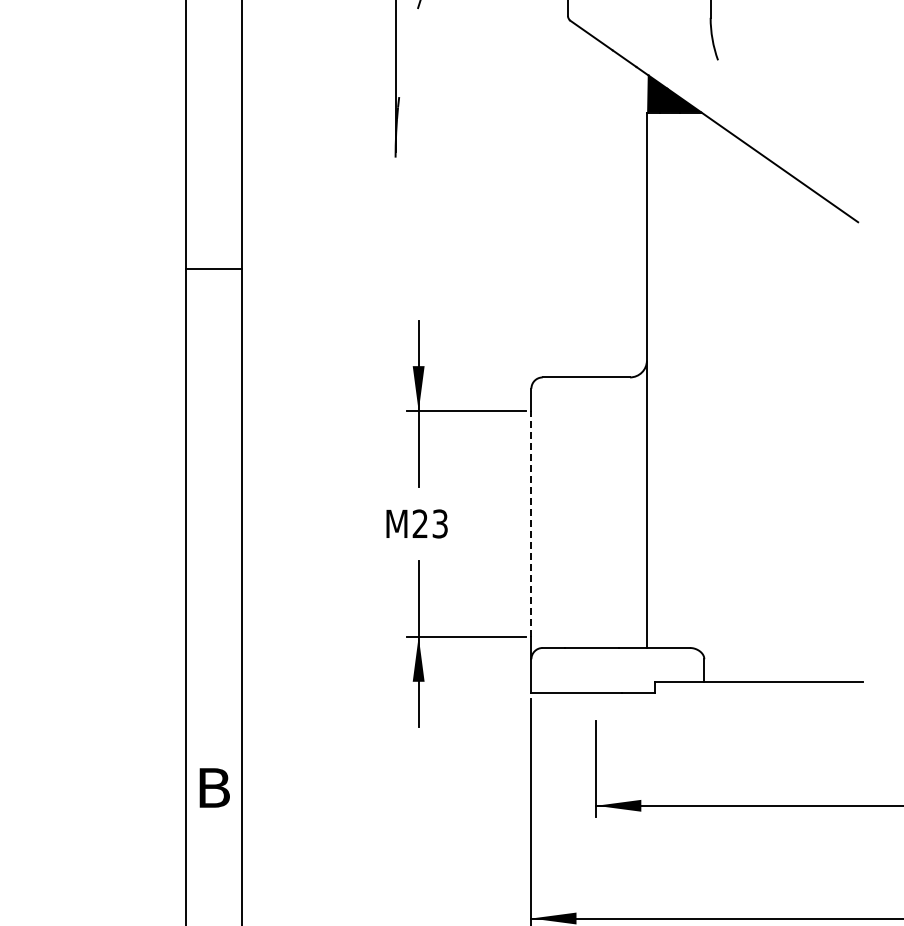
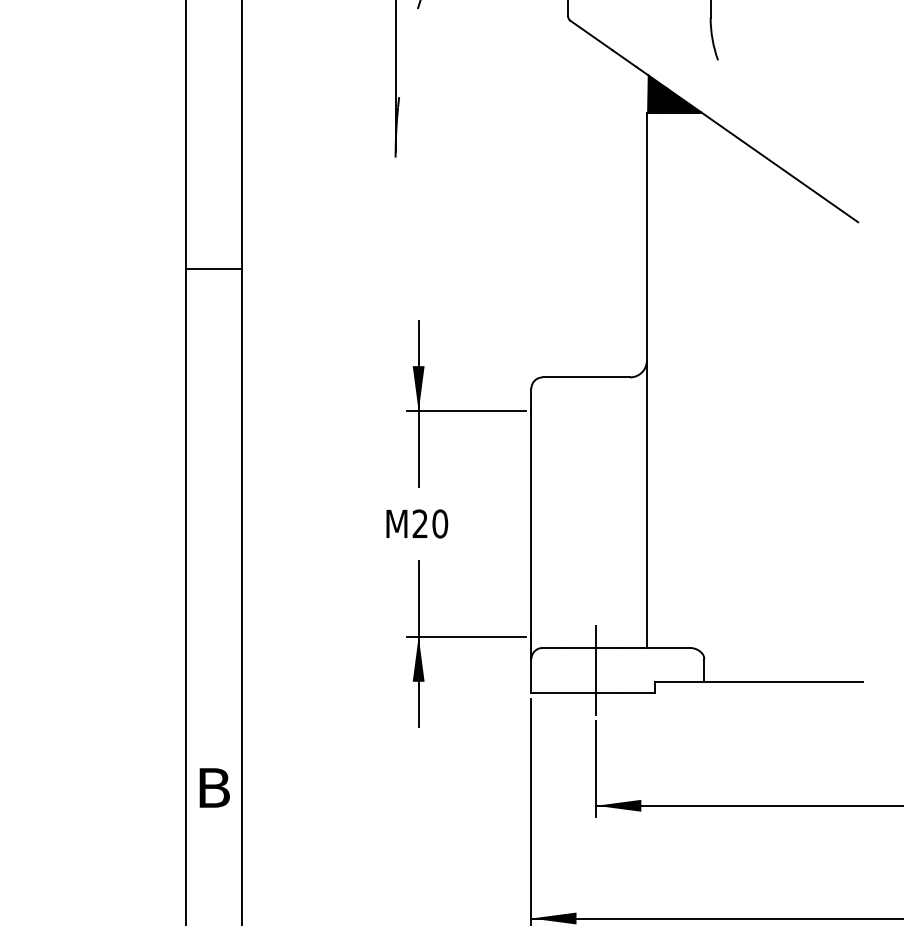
text at (440, 523): M23 -> M20
line at (531, 523): dashed -> solid
line at (596, 670): none -> present
